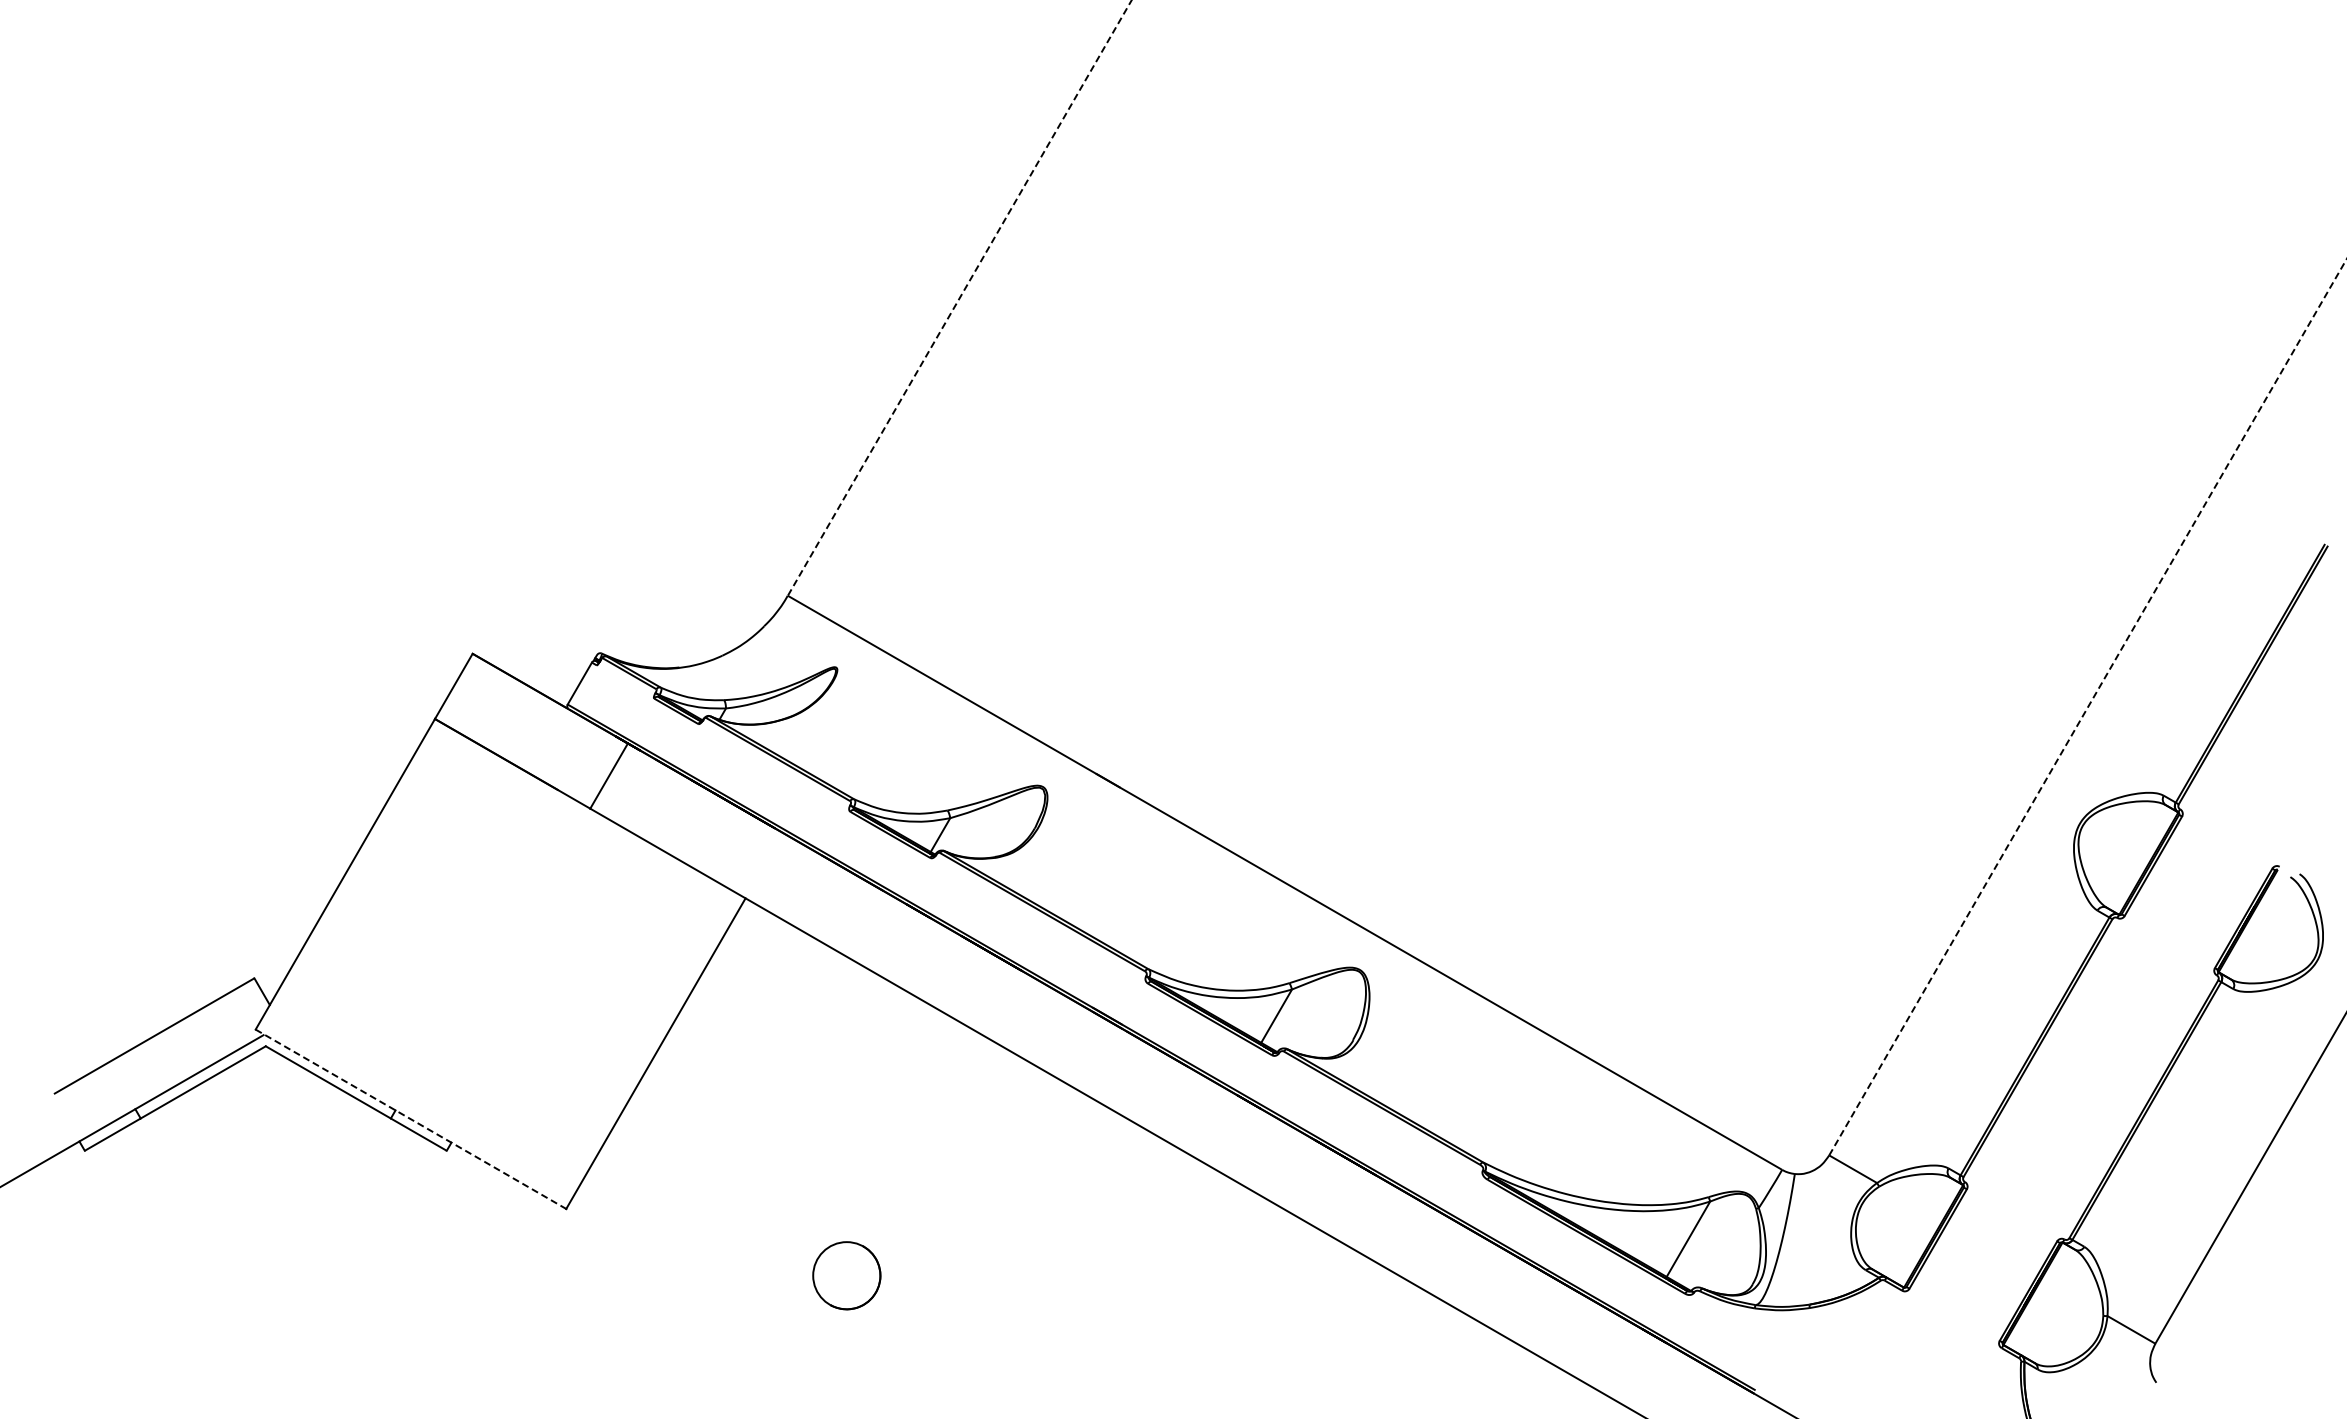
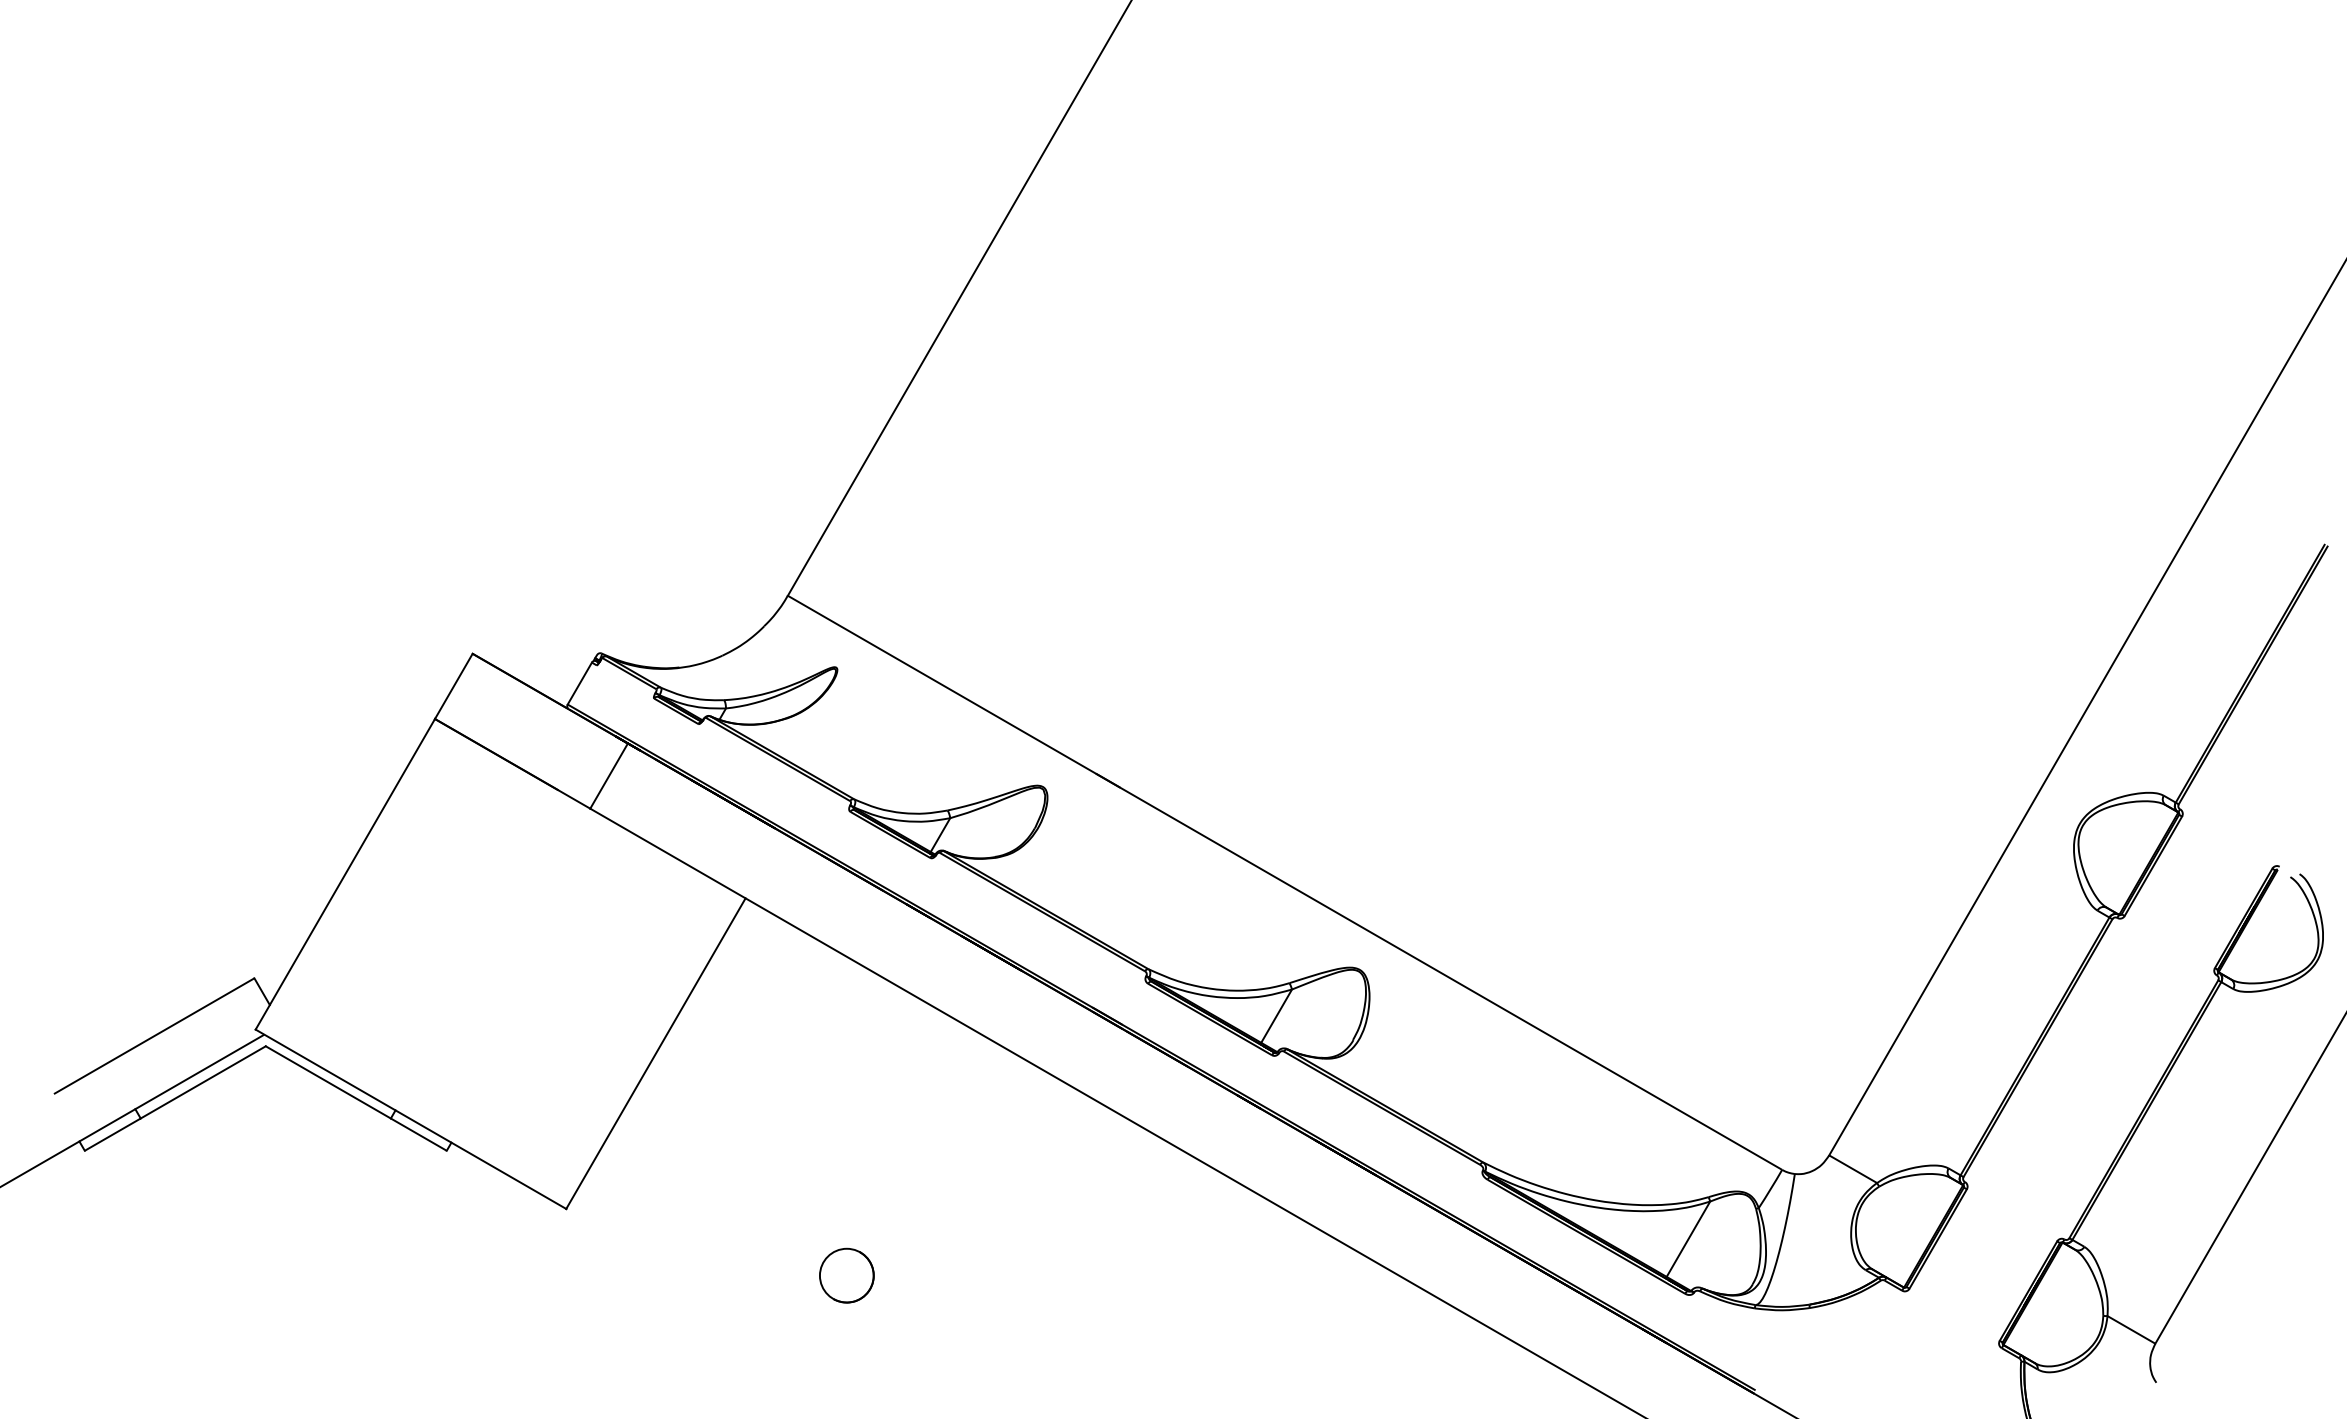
line at (959, 298): dashed -> solid
line at (2088, 707): dashed -> solid
line at (411, 1119): dashed -> solid
part at (846, 1275) size: 70x70 px -> 56x57 px
